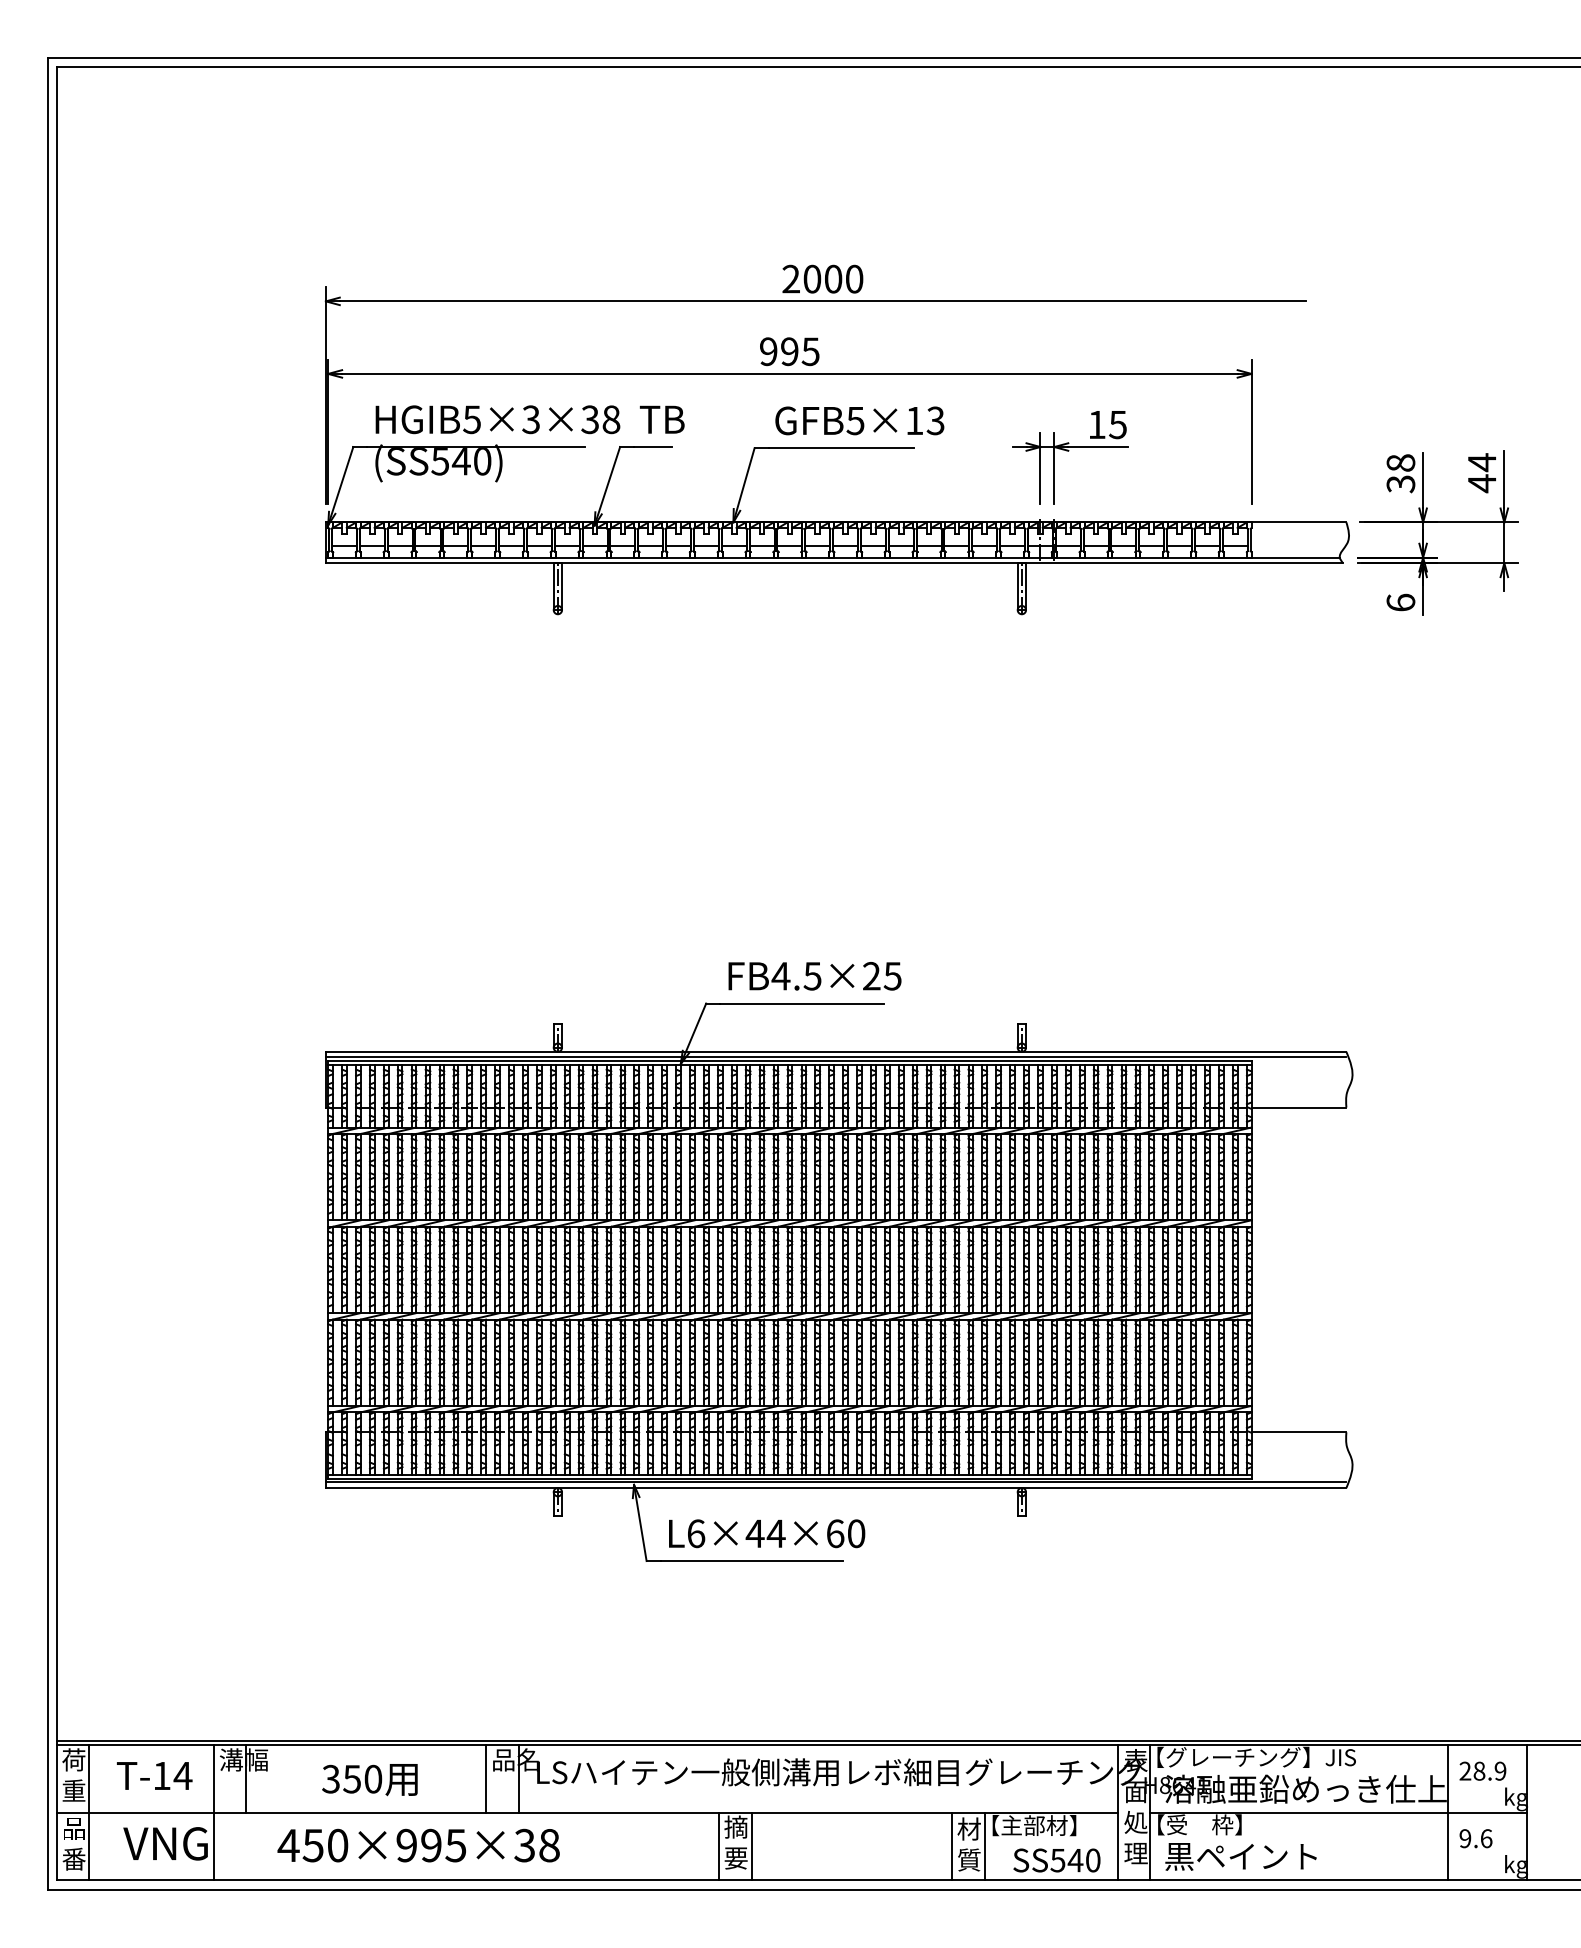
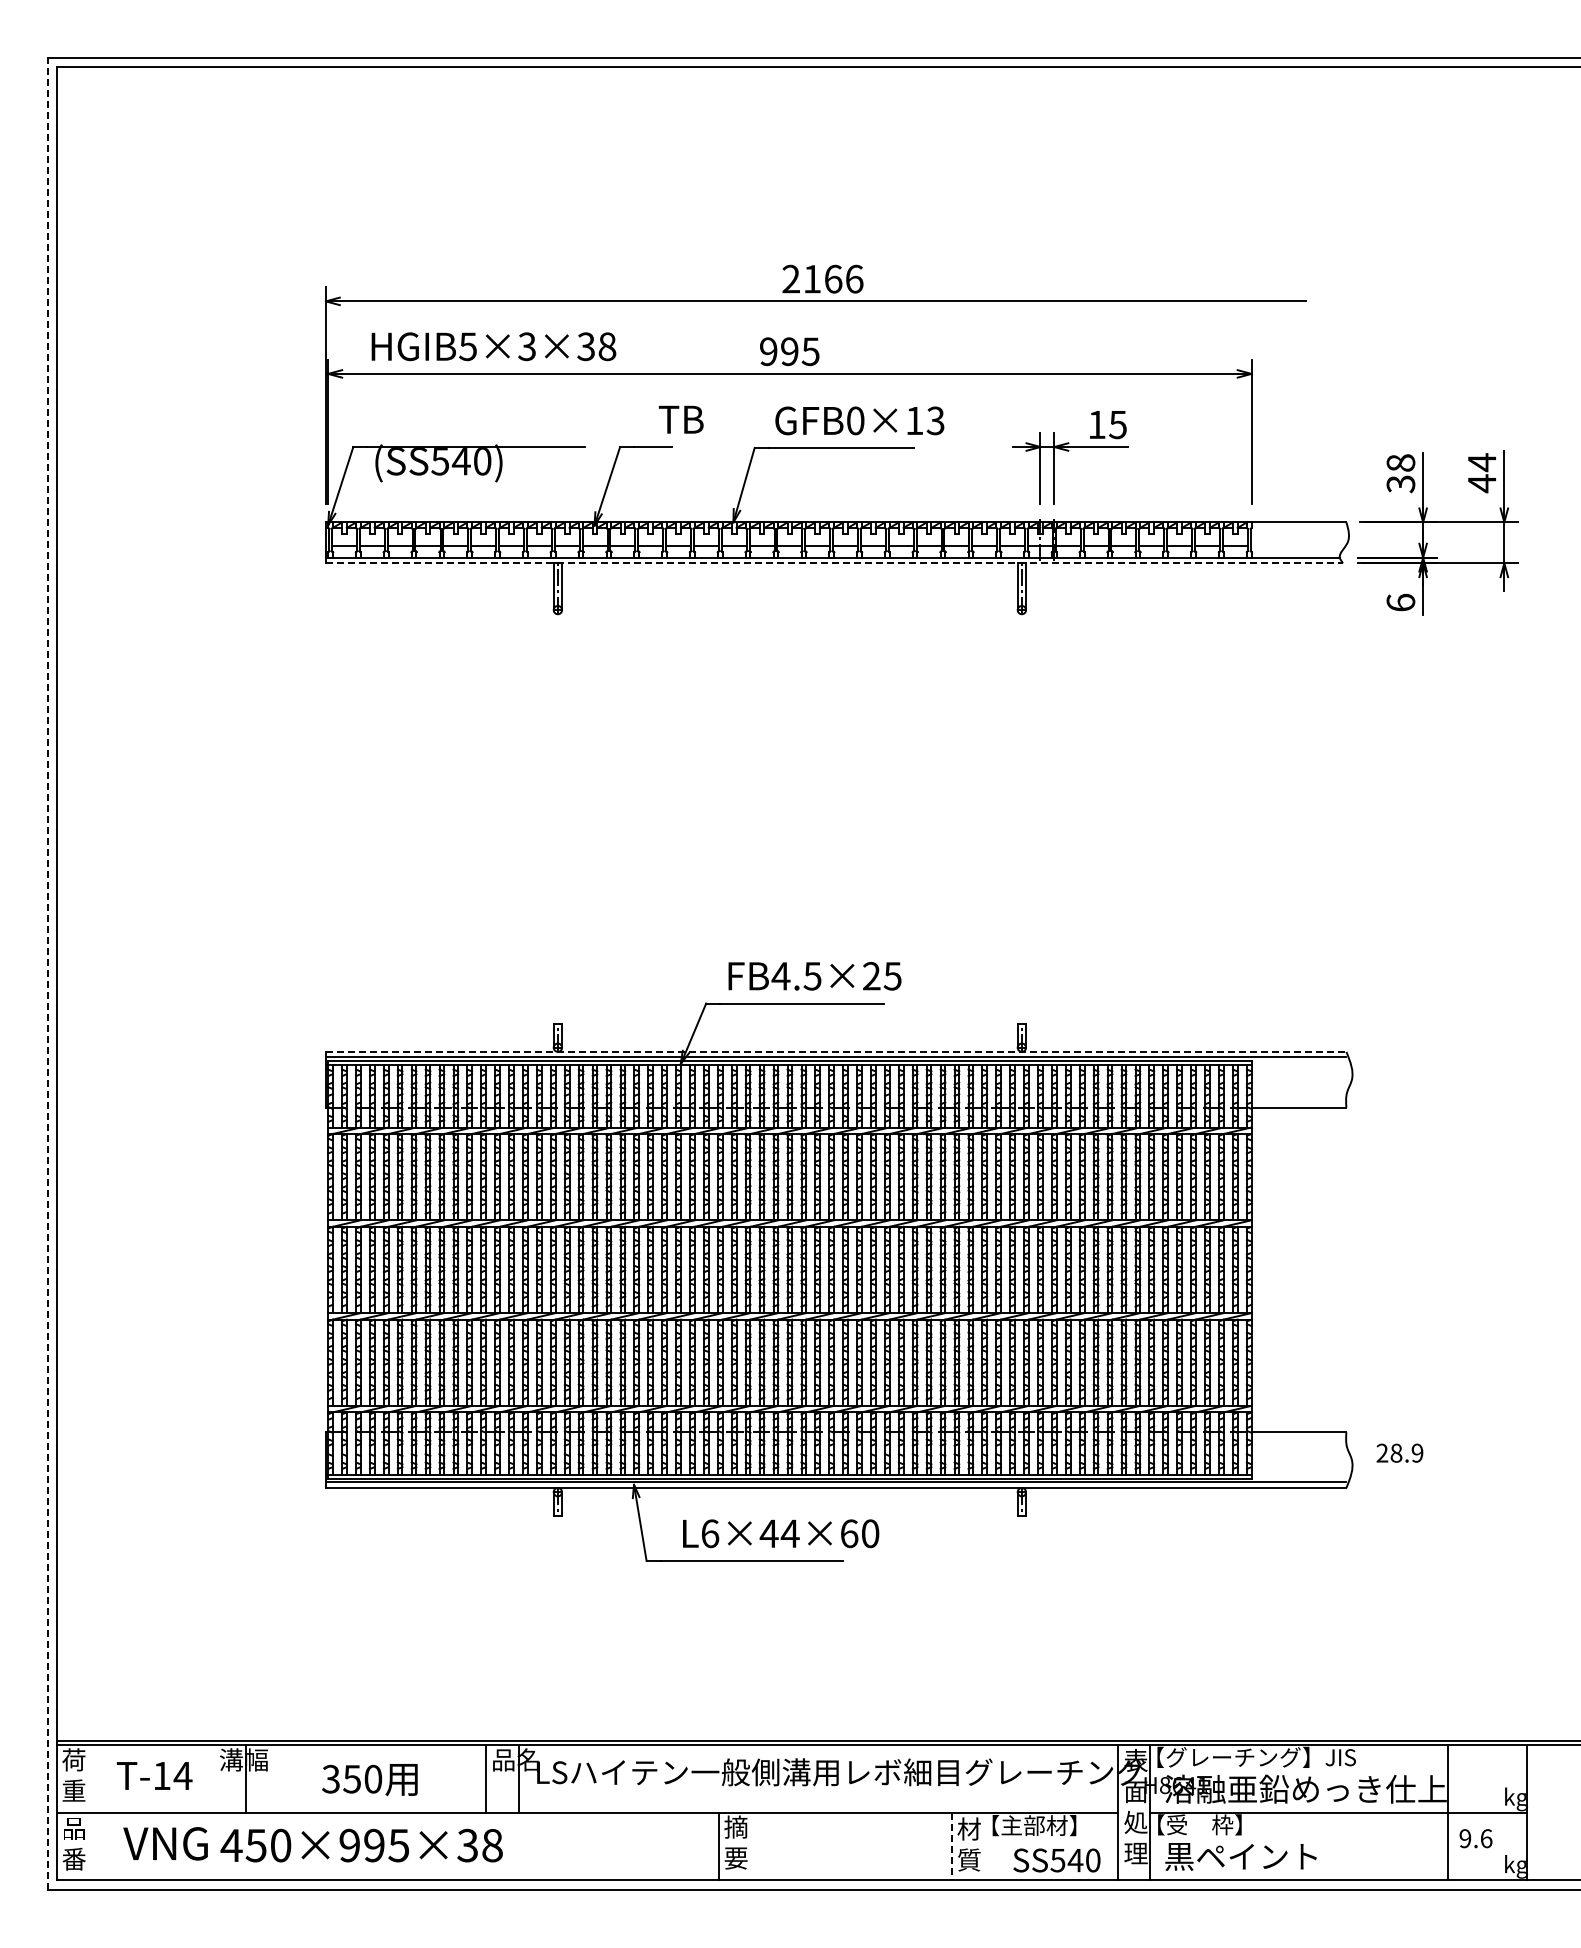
text at (833, 278): 2000 -> 2166
text at (497, 419) position: (497, 419) -> (493, 346)
text at (661, 419) position: (661, 419) -> (680, 419)
text at (855, 420): GFB5×13 -> GFB0×13
line at (834, 563): solid -> dashed
line at (47, 974): solid -> dashed
line at (836, 1051): solid -> dashed
text at (767, 1533) position: (767, 1533) -> (781, 1533)
text at (1482, 1770) position: (1482, 1770) -> (1399, 1452)
line at (89, 1812): present -> none
line at (213, 1812): present -> none
text at (418, 1845) position: (418, 1845) -> (361, 1845)
line at (751, 1846): present -> none
line at (952, 1846): solid -> dashed
line at (984, 1846): present -> none
